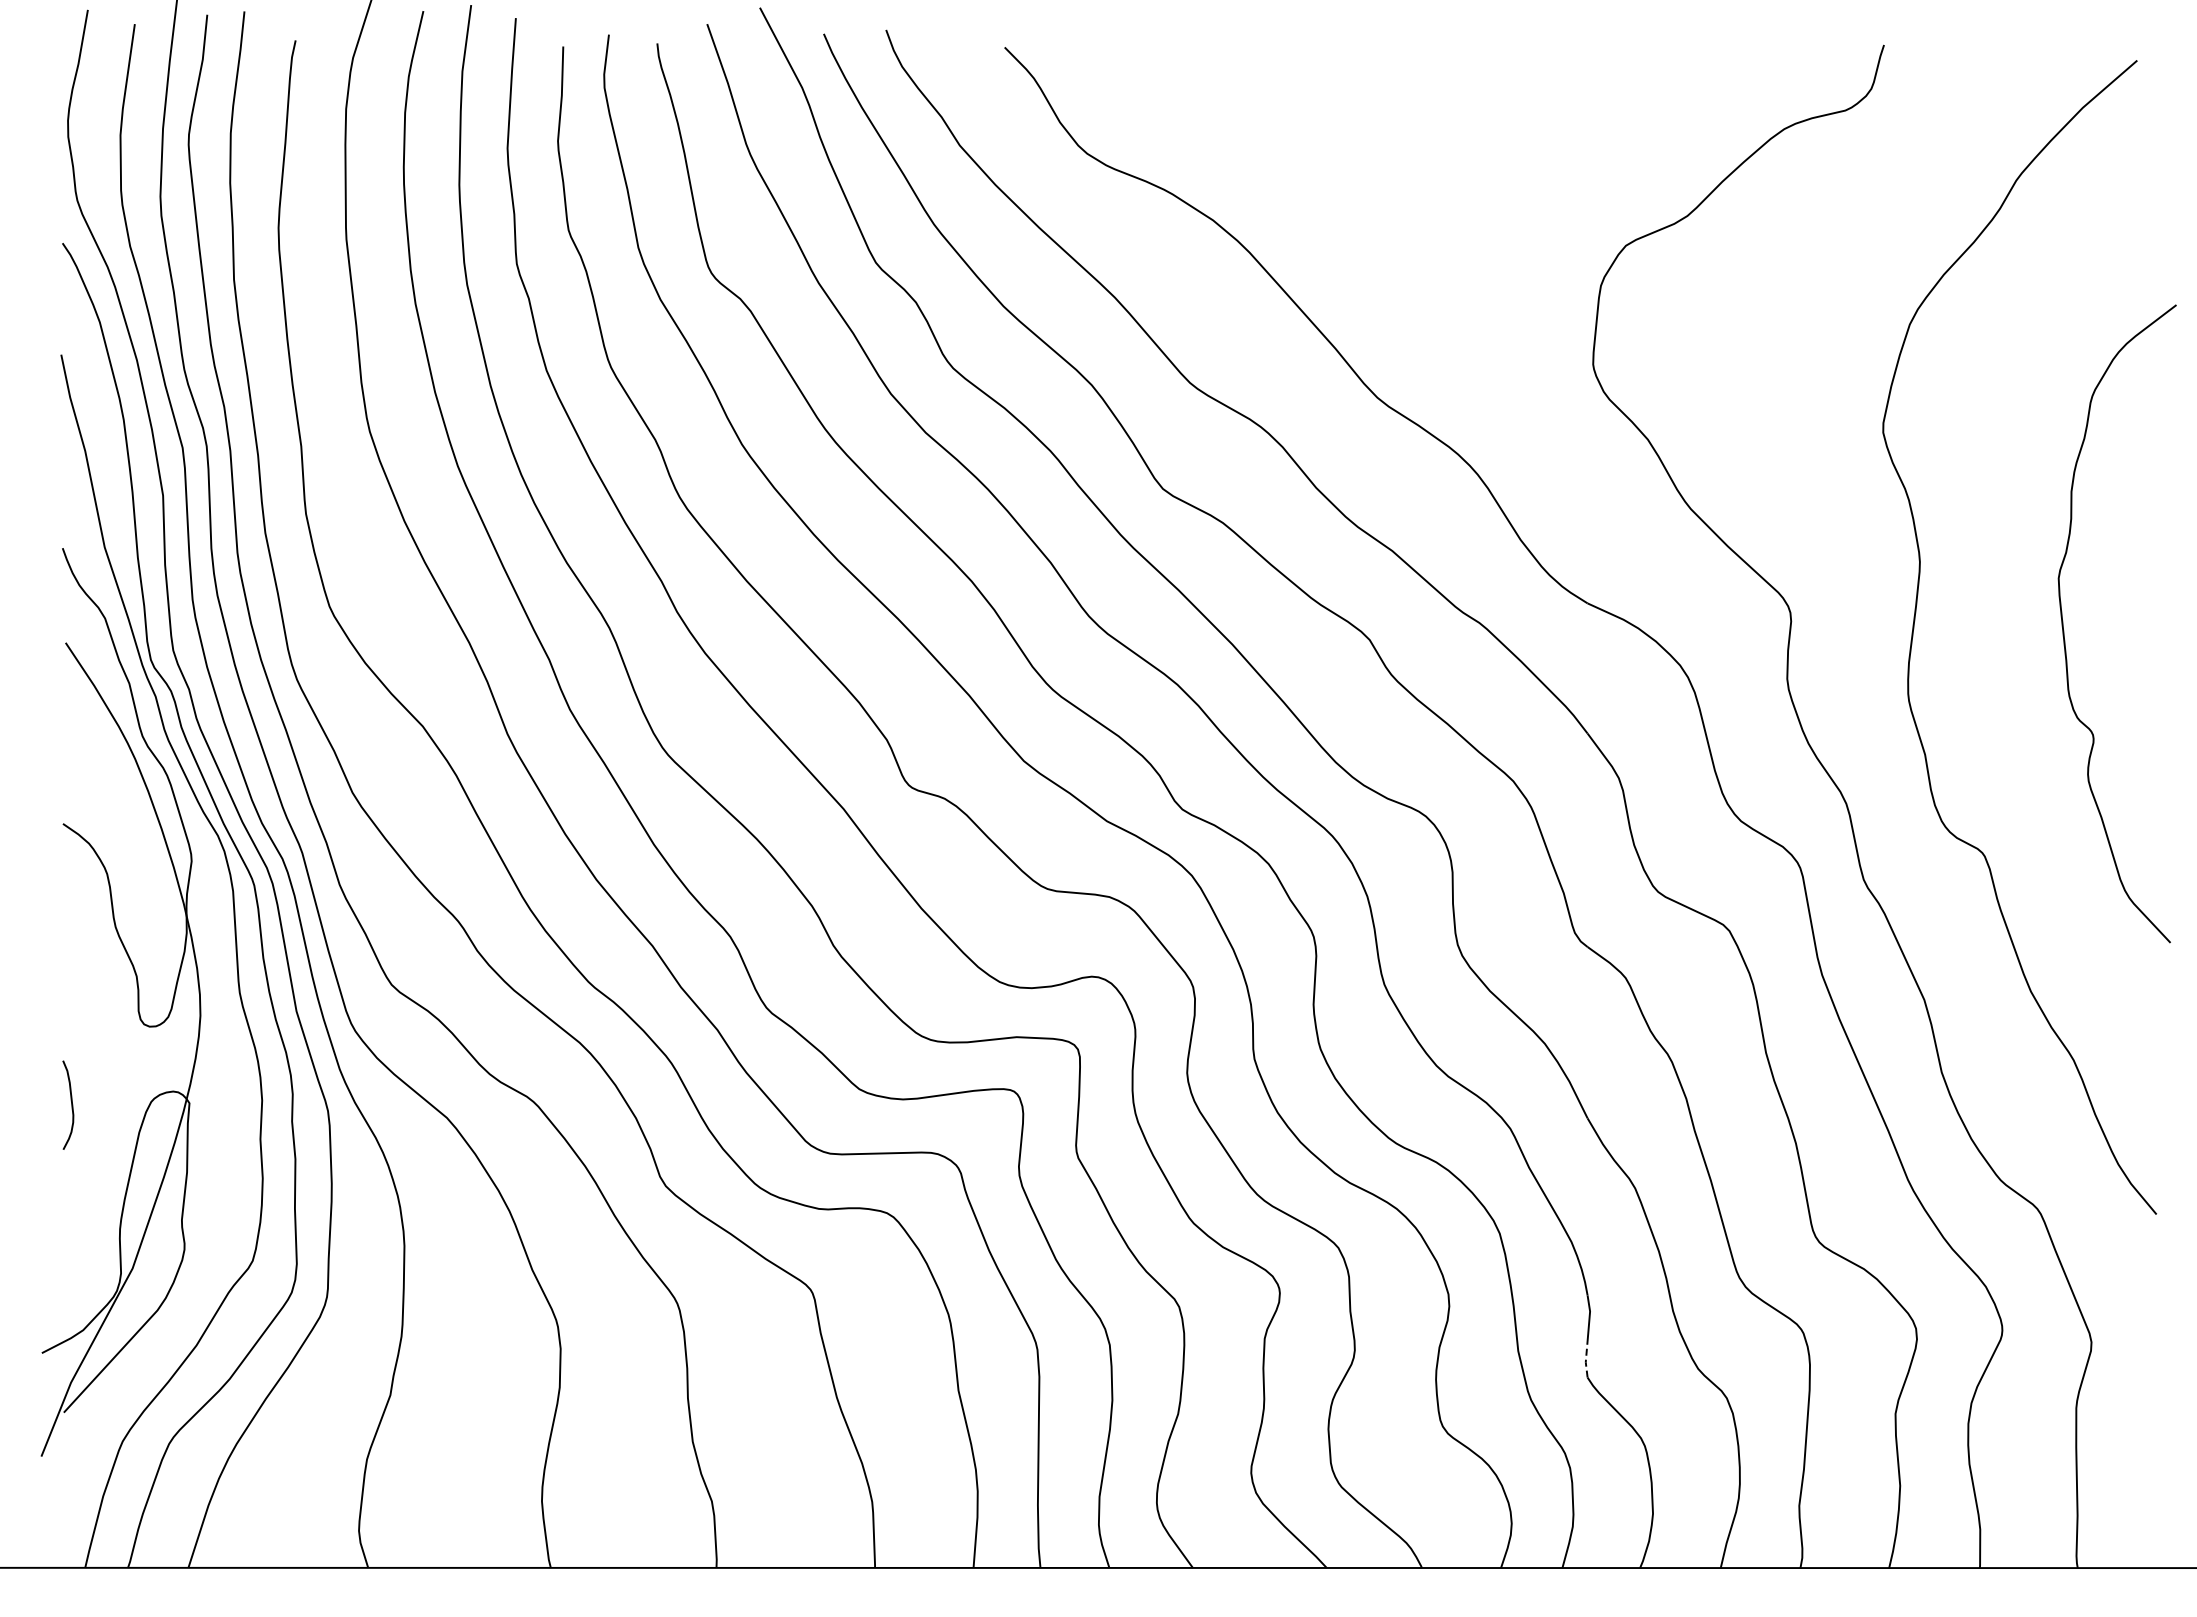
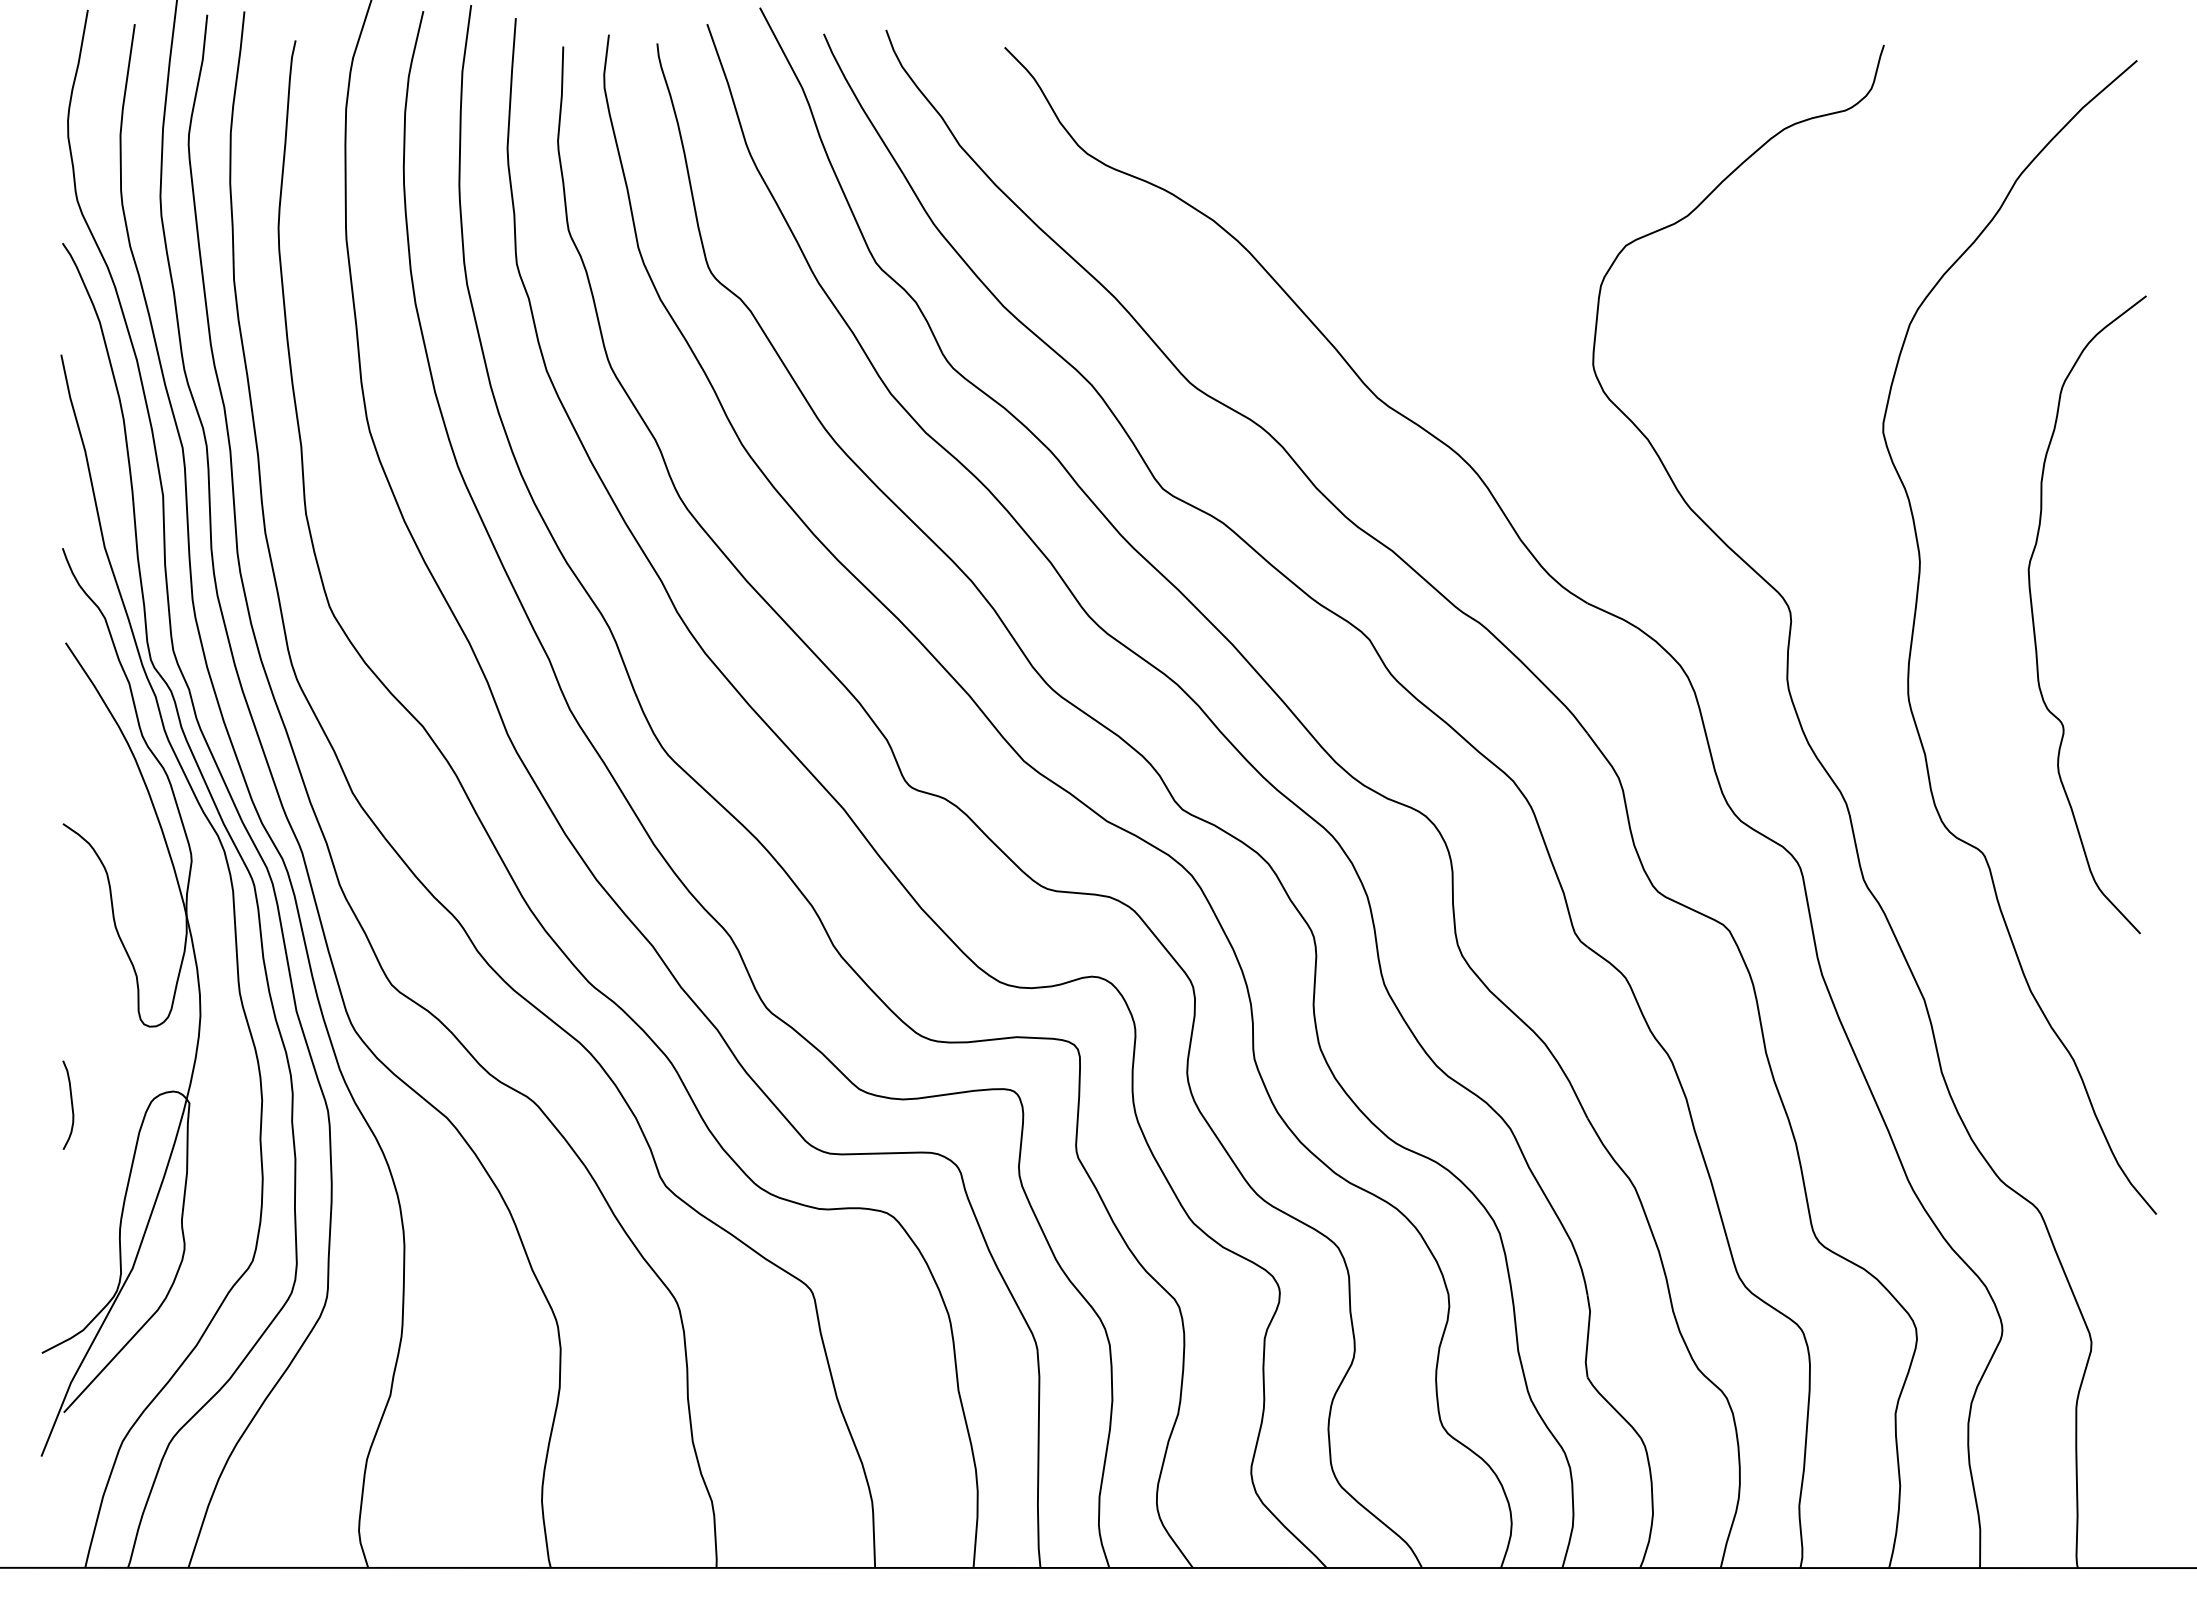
curve at (2064, 630) position: (2064, 630) -> (2034, 621)
line at (1586, 1359): dashed -> solid
